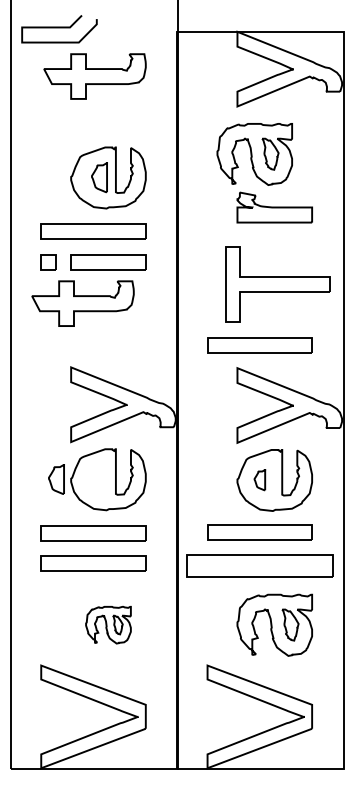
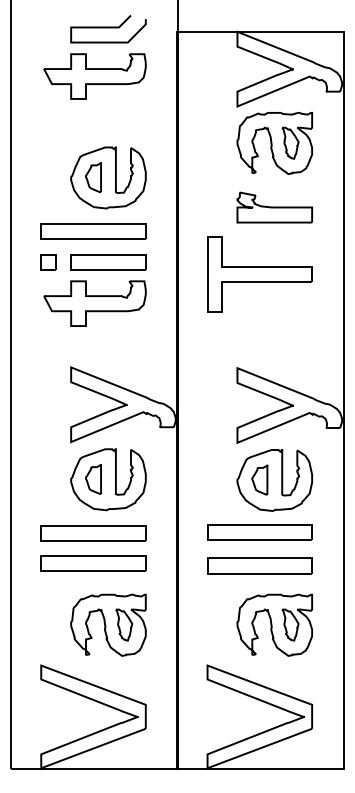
curve at (59, 28) position: (59, 28) -> (108, 28)
part at (254, 154) position: (254, 154) -> (274, 143)
part at (99, 177) position: (99, 177) -> (93, 177)
part at (277, 284) position: (277, 284) -> (259, 274)
part at (82, 303) position: (82, 303) -> (94, 303)
part at (259, 345): present -> none
part at (56, 479) position: (56, 479) -> (93, 479)
part at (259, 480) size: 14x23 px -> 18x32 px
part at (259, 565) size: 148x24 px -> 106x18 px
part at (108, 625) size: 47x39 px -> 77x64 px
